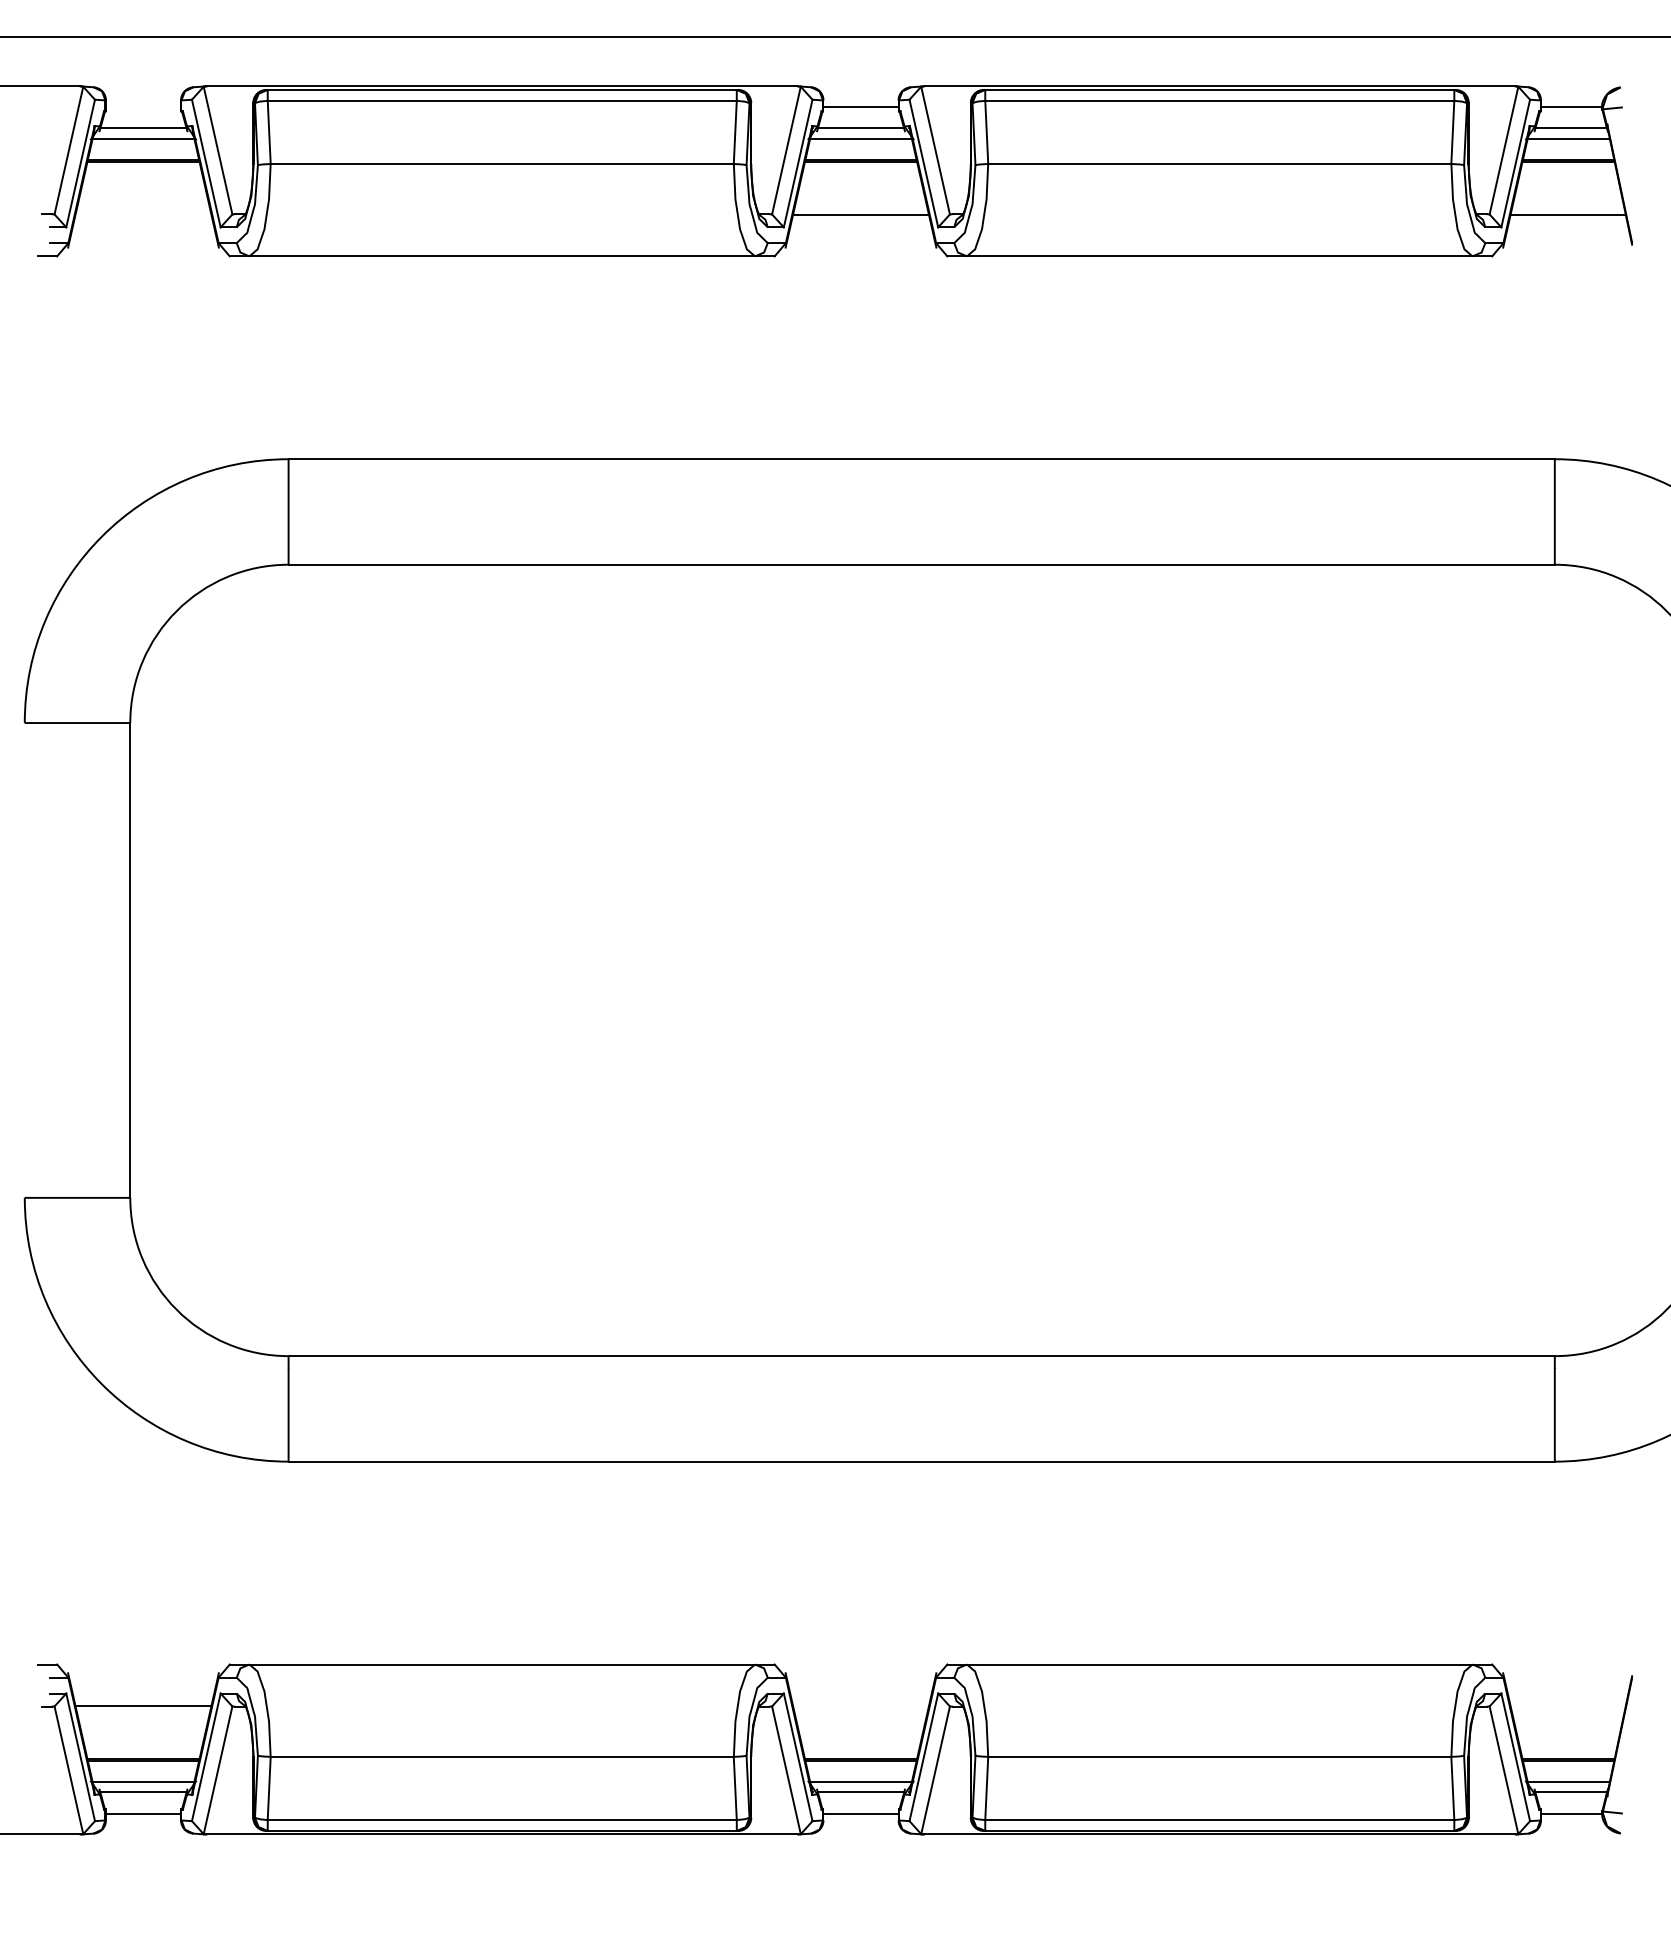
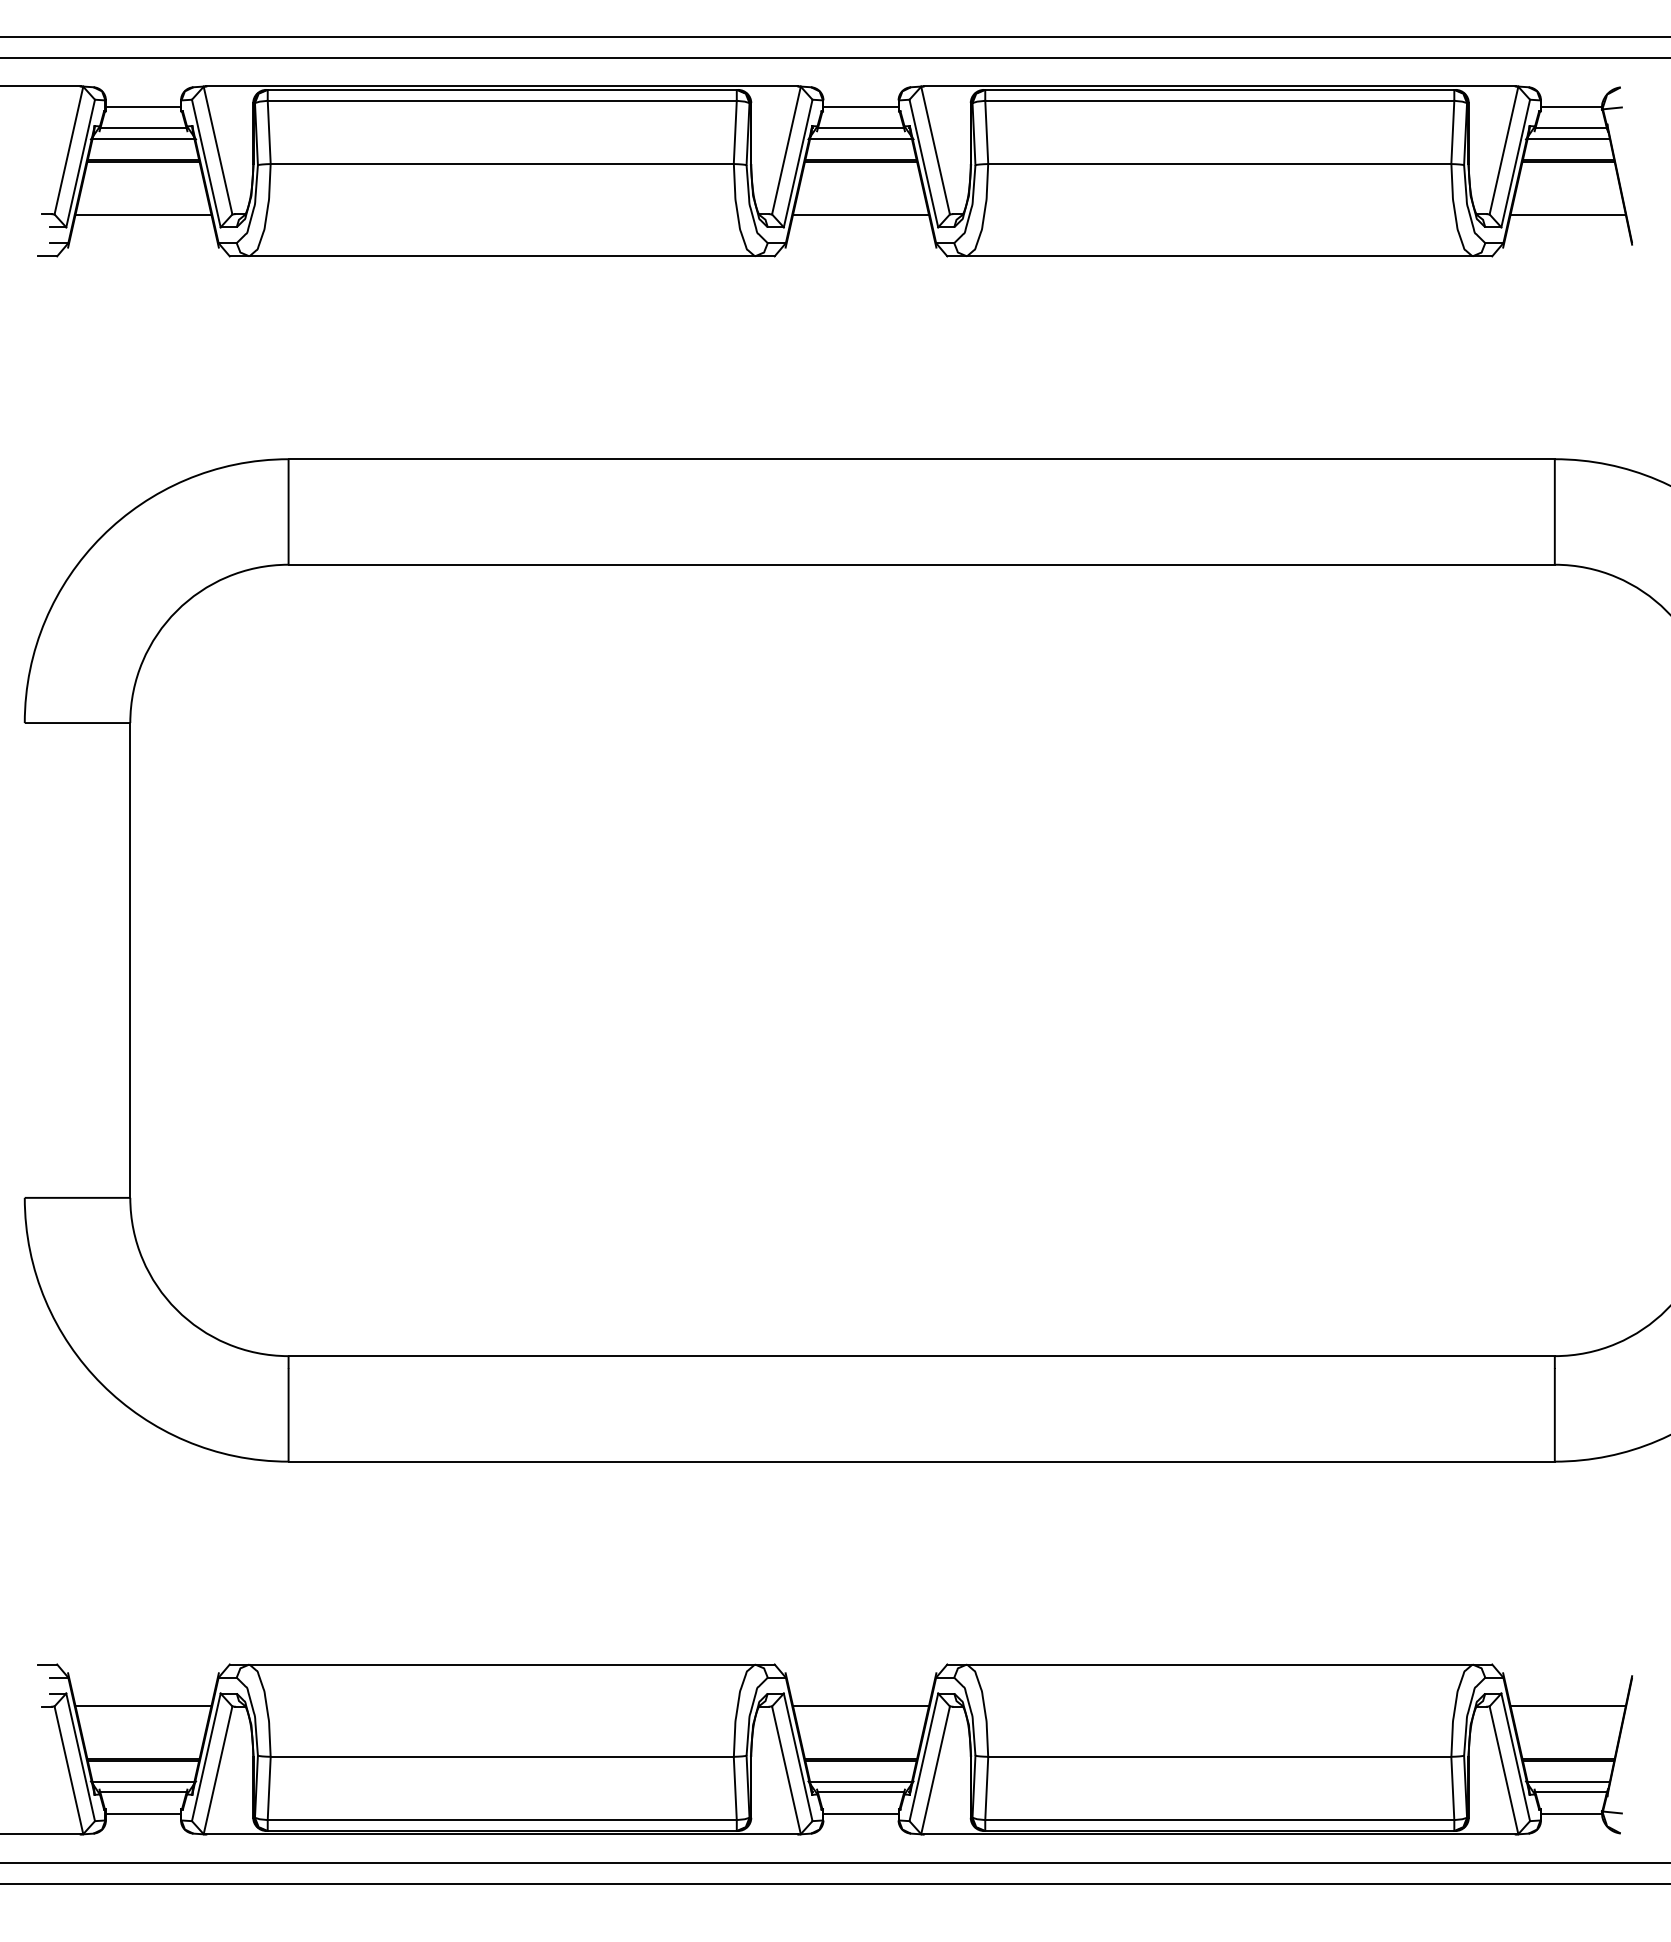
line at (834, 58): none -> present
line at (143, 106): none -> present
line at (143, 214): none -> present
line at (860, 1706): none -> present
line at (1567, 1706): none -> present
line at (834, 1862): none -> present
line at (834, 1883): none -> present
